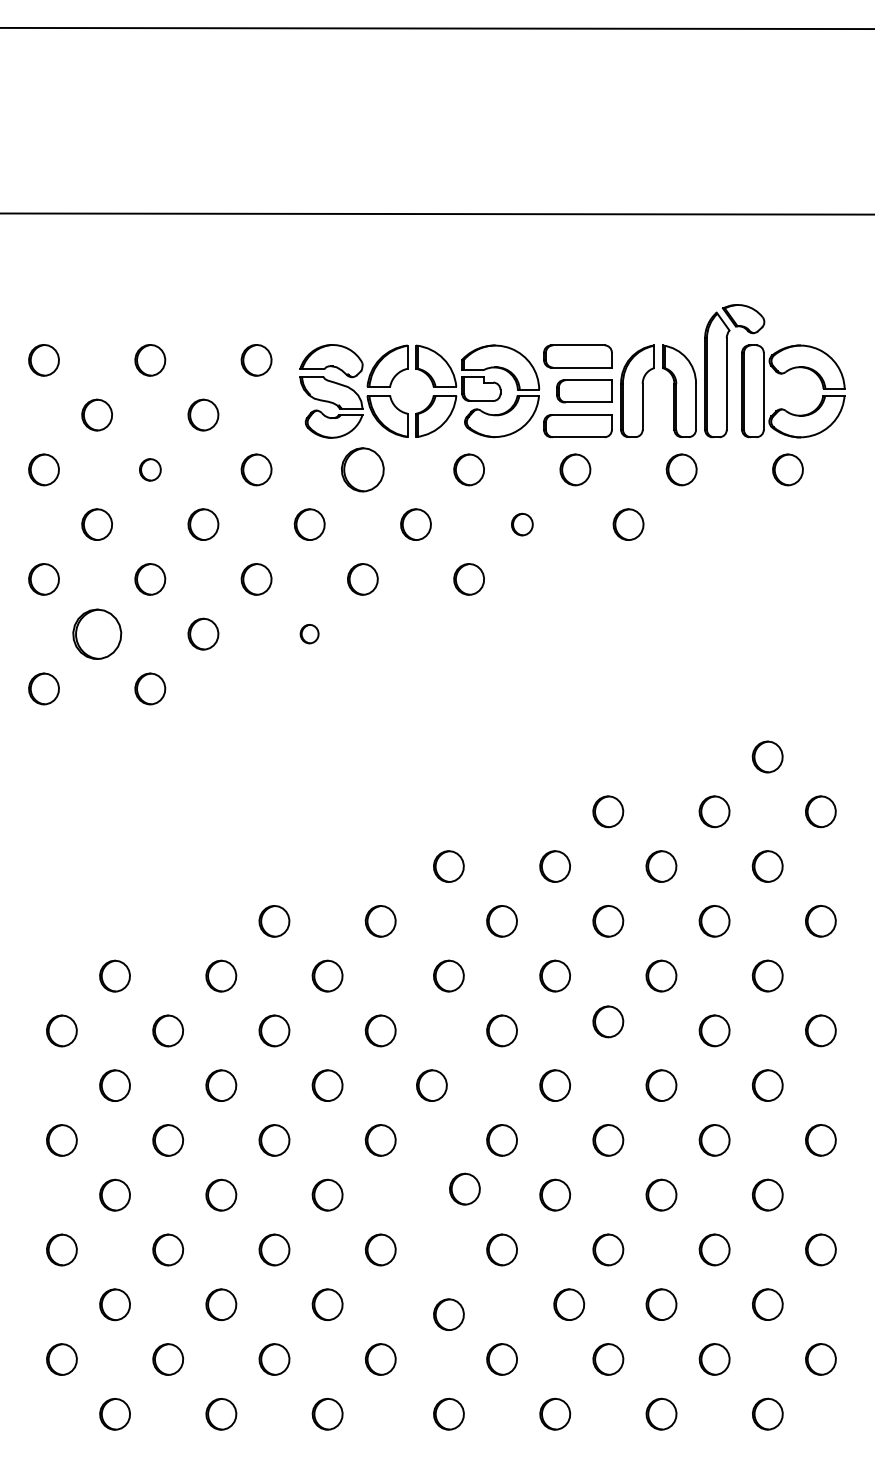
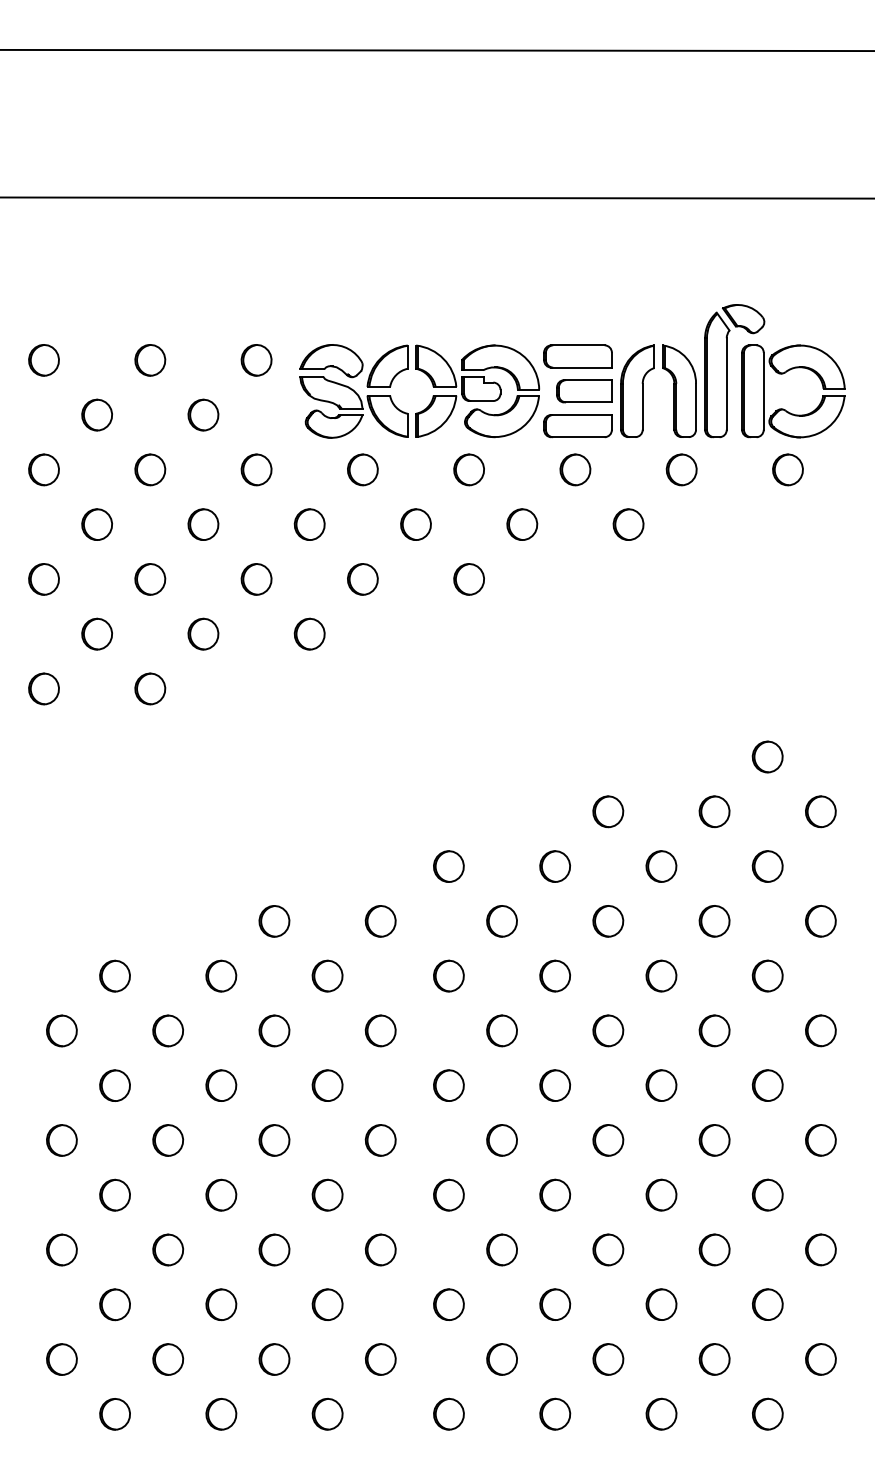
line at (436, 28) position: (436, 28) -> (436, 50)
line at (436, 213) position: (436, 213) -> (436, 197)
part at (150, 469) size: 23x24 px -> 33x34 px
part at (362, 469) size: 44x46 px -> 32x34 px
part at (522, 524) size: 23x25 px -> 33x33 px
part at (97, 633) size: 51x52 px -> 32x34 px
part at (309, 634) size: 21x21 px -> 33x34 px
part at (608, 1021) position: (608, 1021) -> (608, 1030)
part at (431, 1085) position: (431, 1085) -> (448, 1085)
part at (464, 1188) position: (464, 1188) -> (448, 1194)
part at (569, 1304) position: (569, 1304) -> (555, 1304)
part at (448, 1314) position: (448, 1314) -> (448, 1304)
